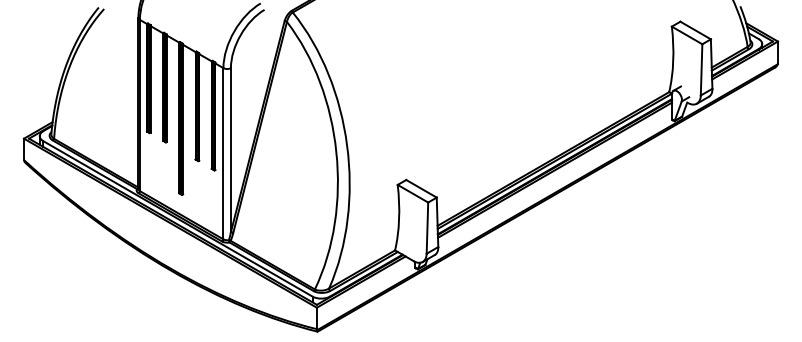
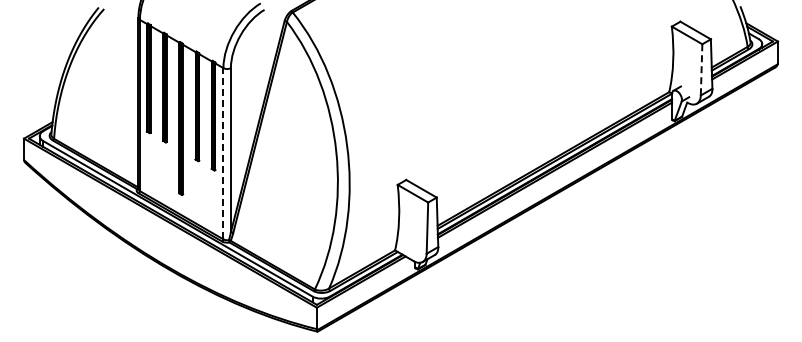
line at (701, 69): solid -> dashed
line at (223, 153): solid -> dashed
